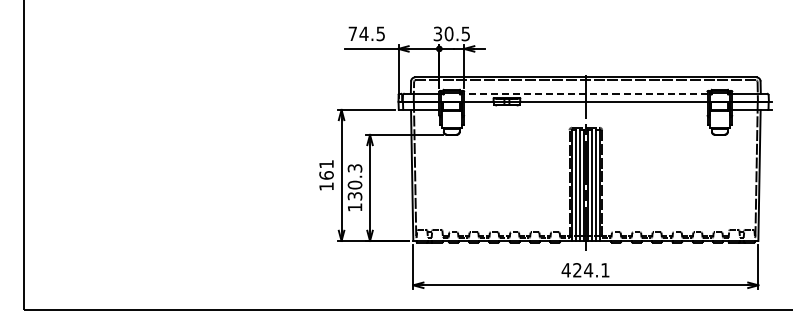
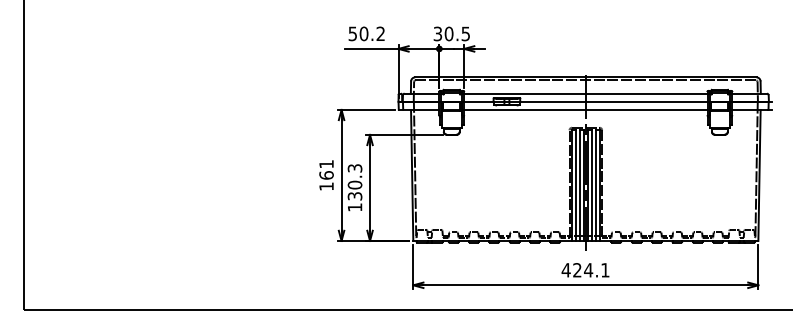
text at (366, 33): 74.5 -> 50.2
line at (585, 93): dashed -> solid
line at (585, 109): none -> present
